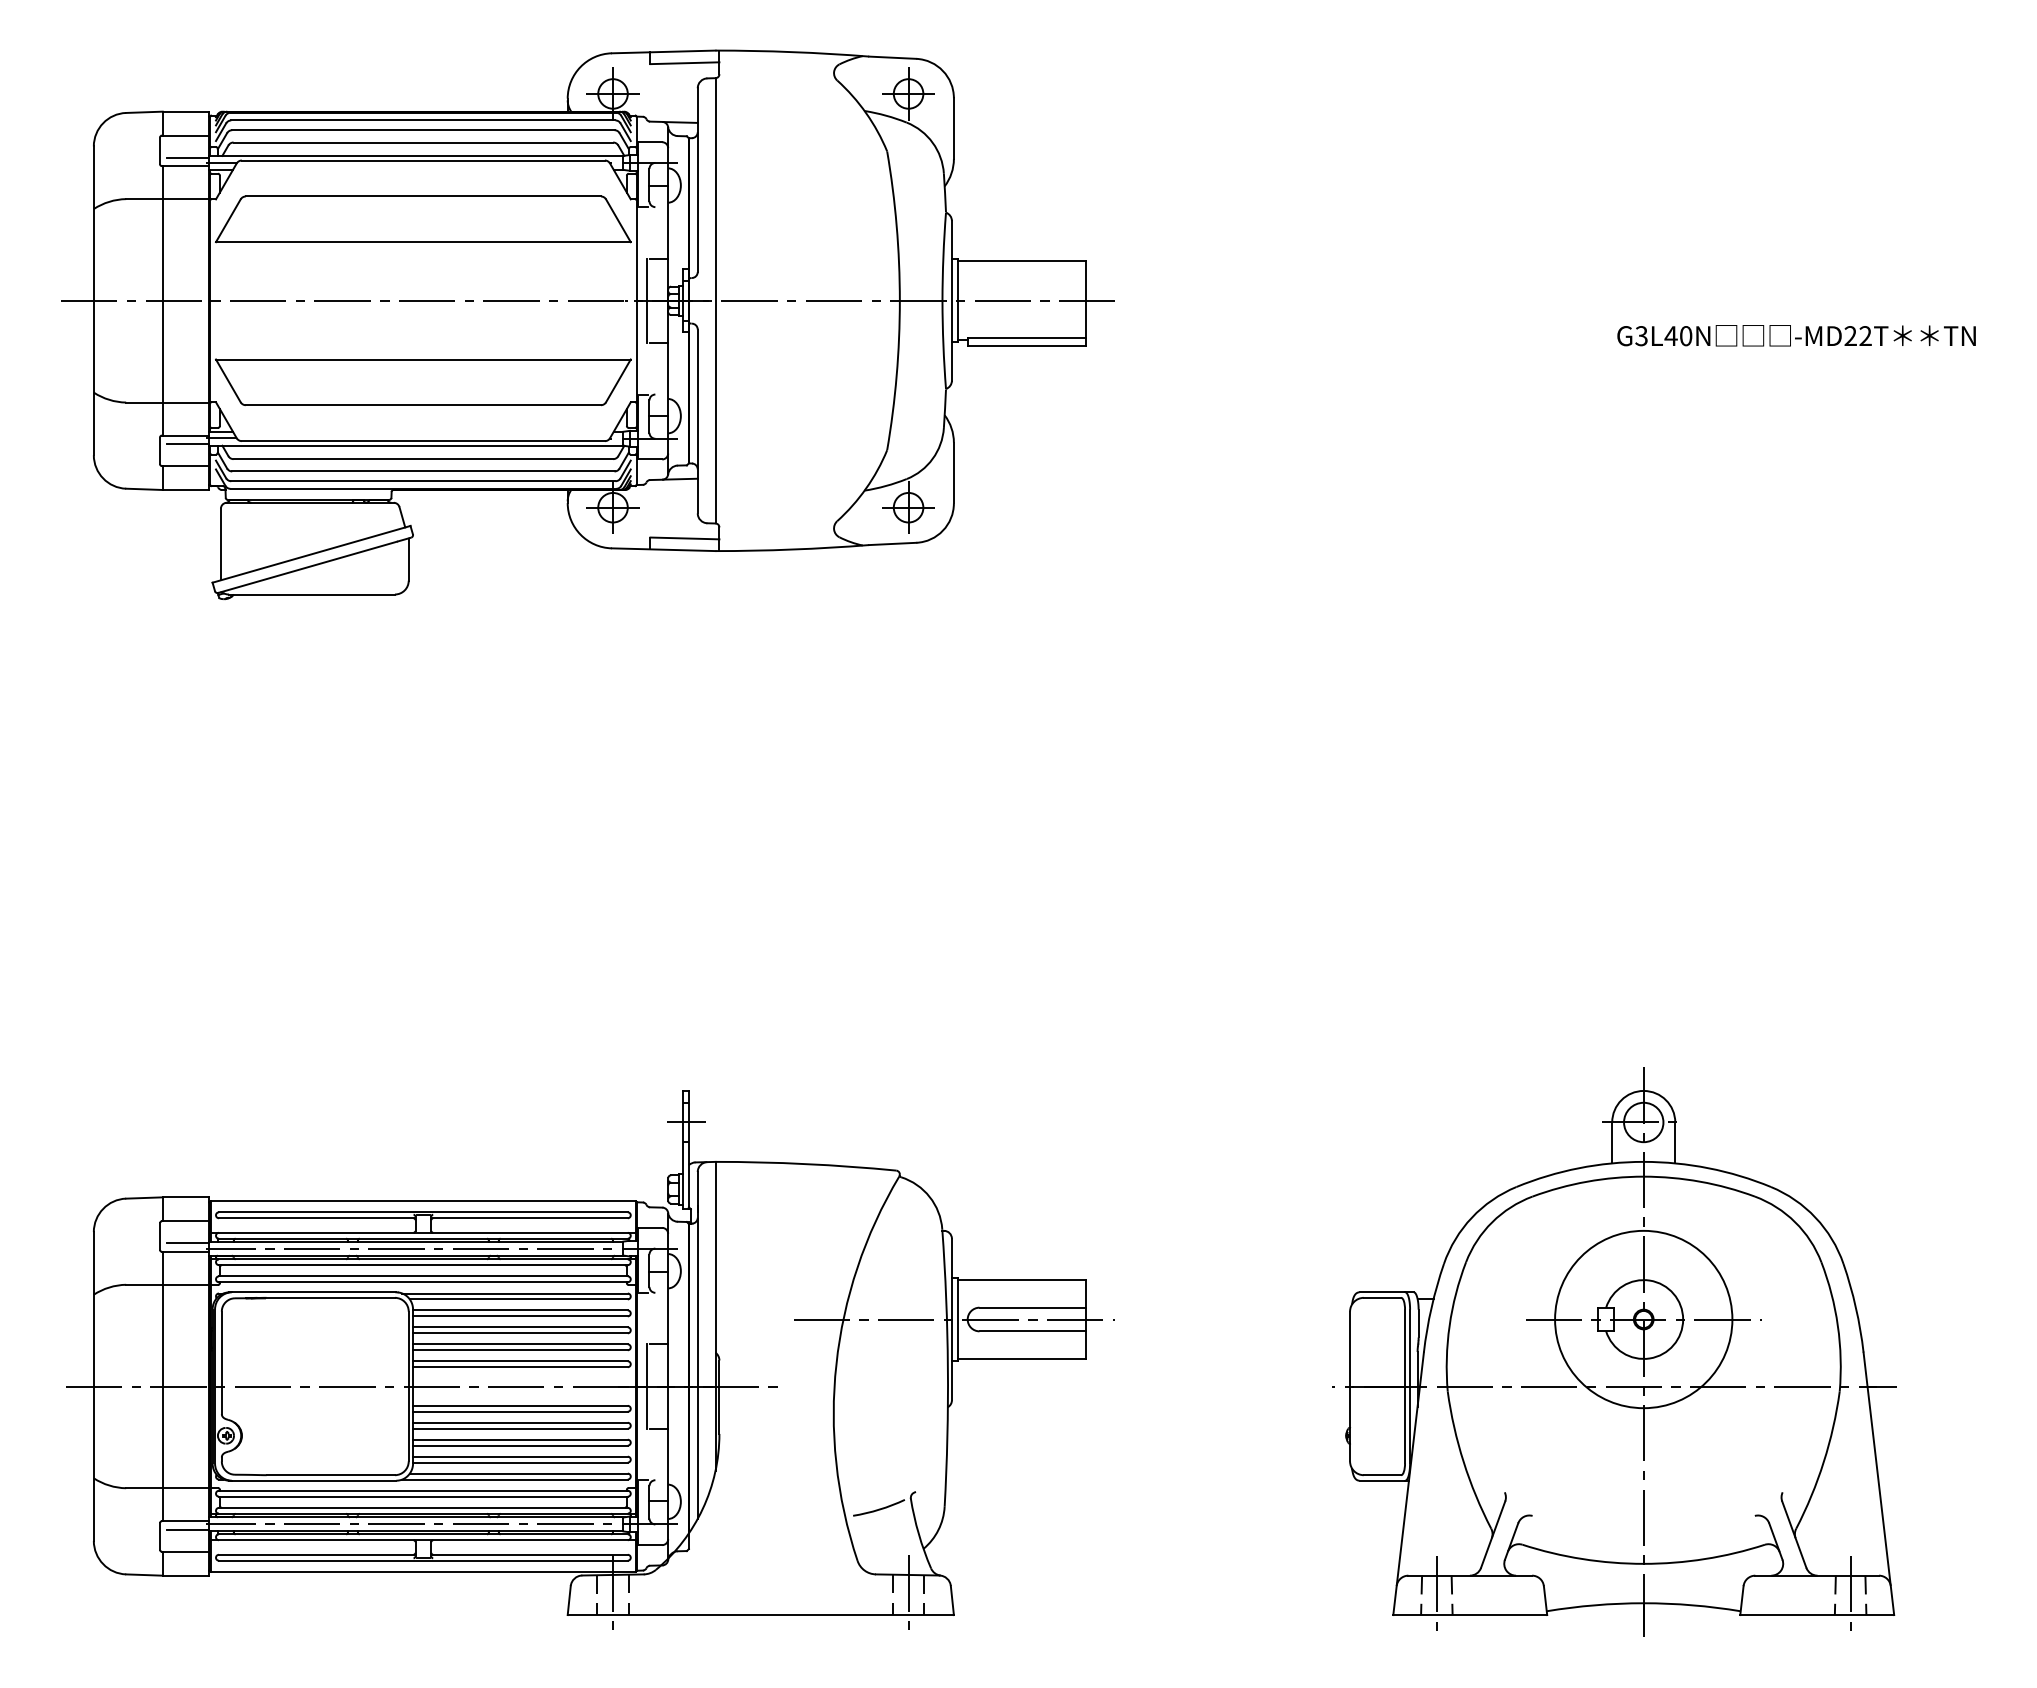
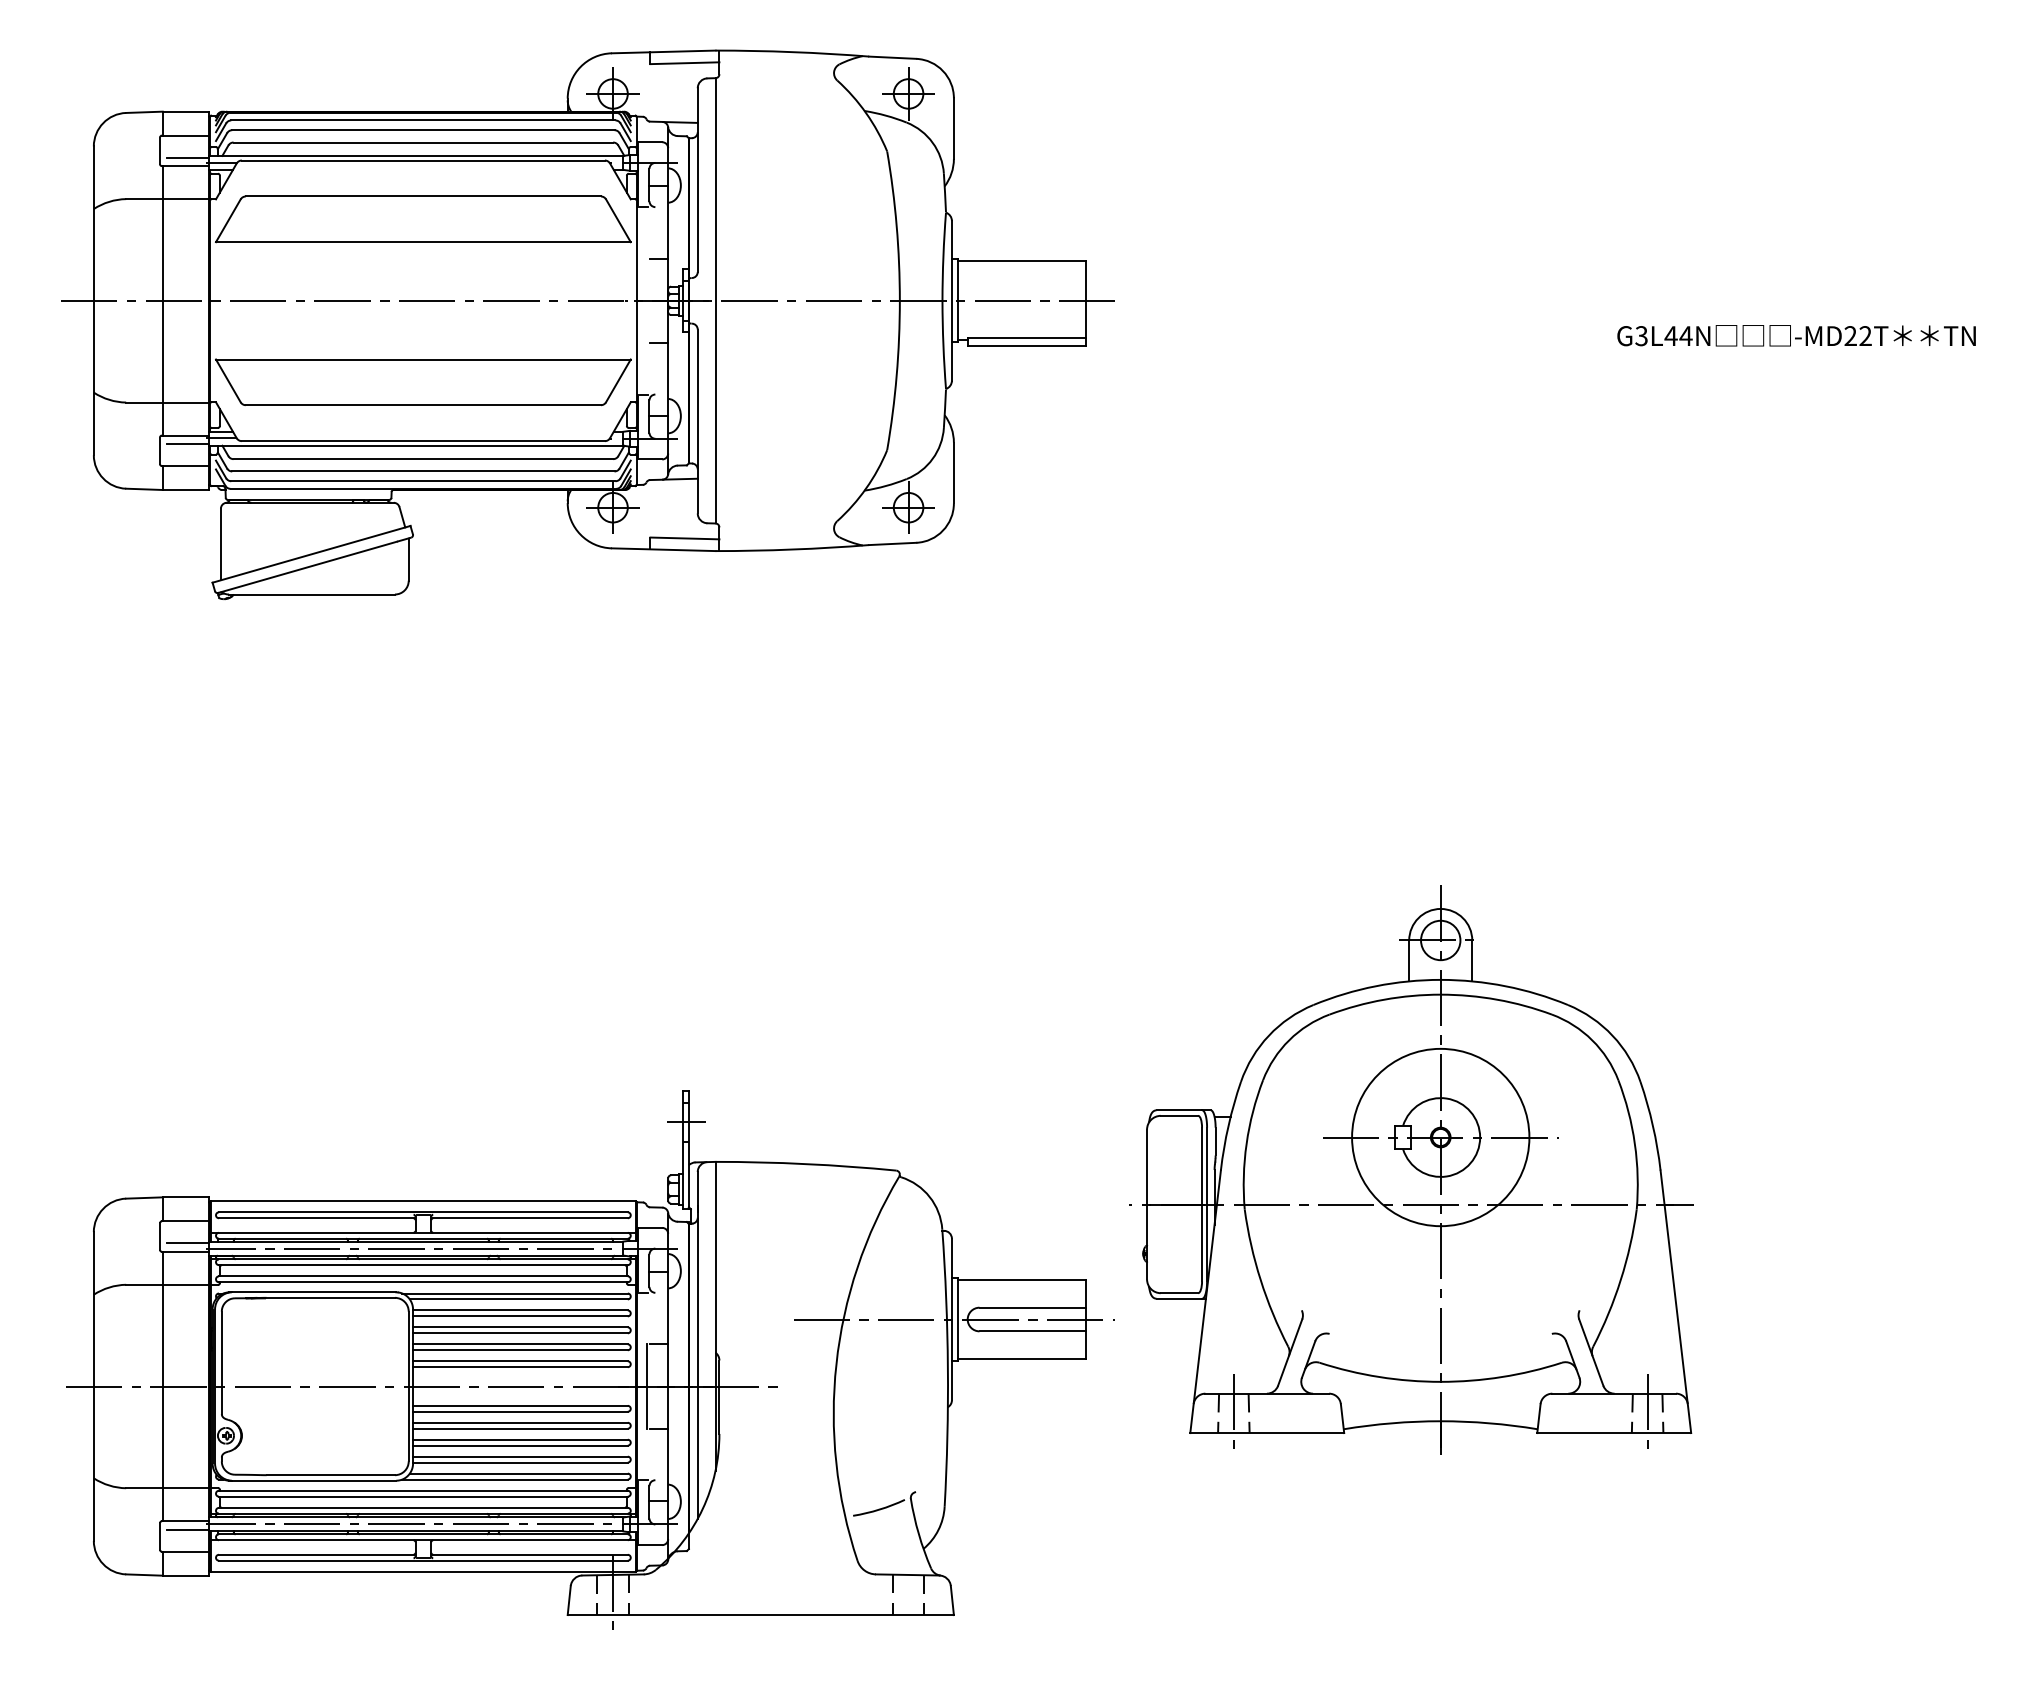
line at (646, 300): present -> none
text at (1685, 336): G3L40N -> G3L44N
part at (1614, 1351) position: (1614, 1351) -> (1411, 1169)
line at (908, 1594): present -> none
